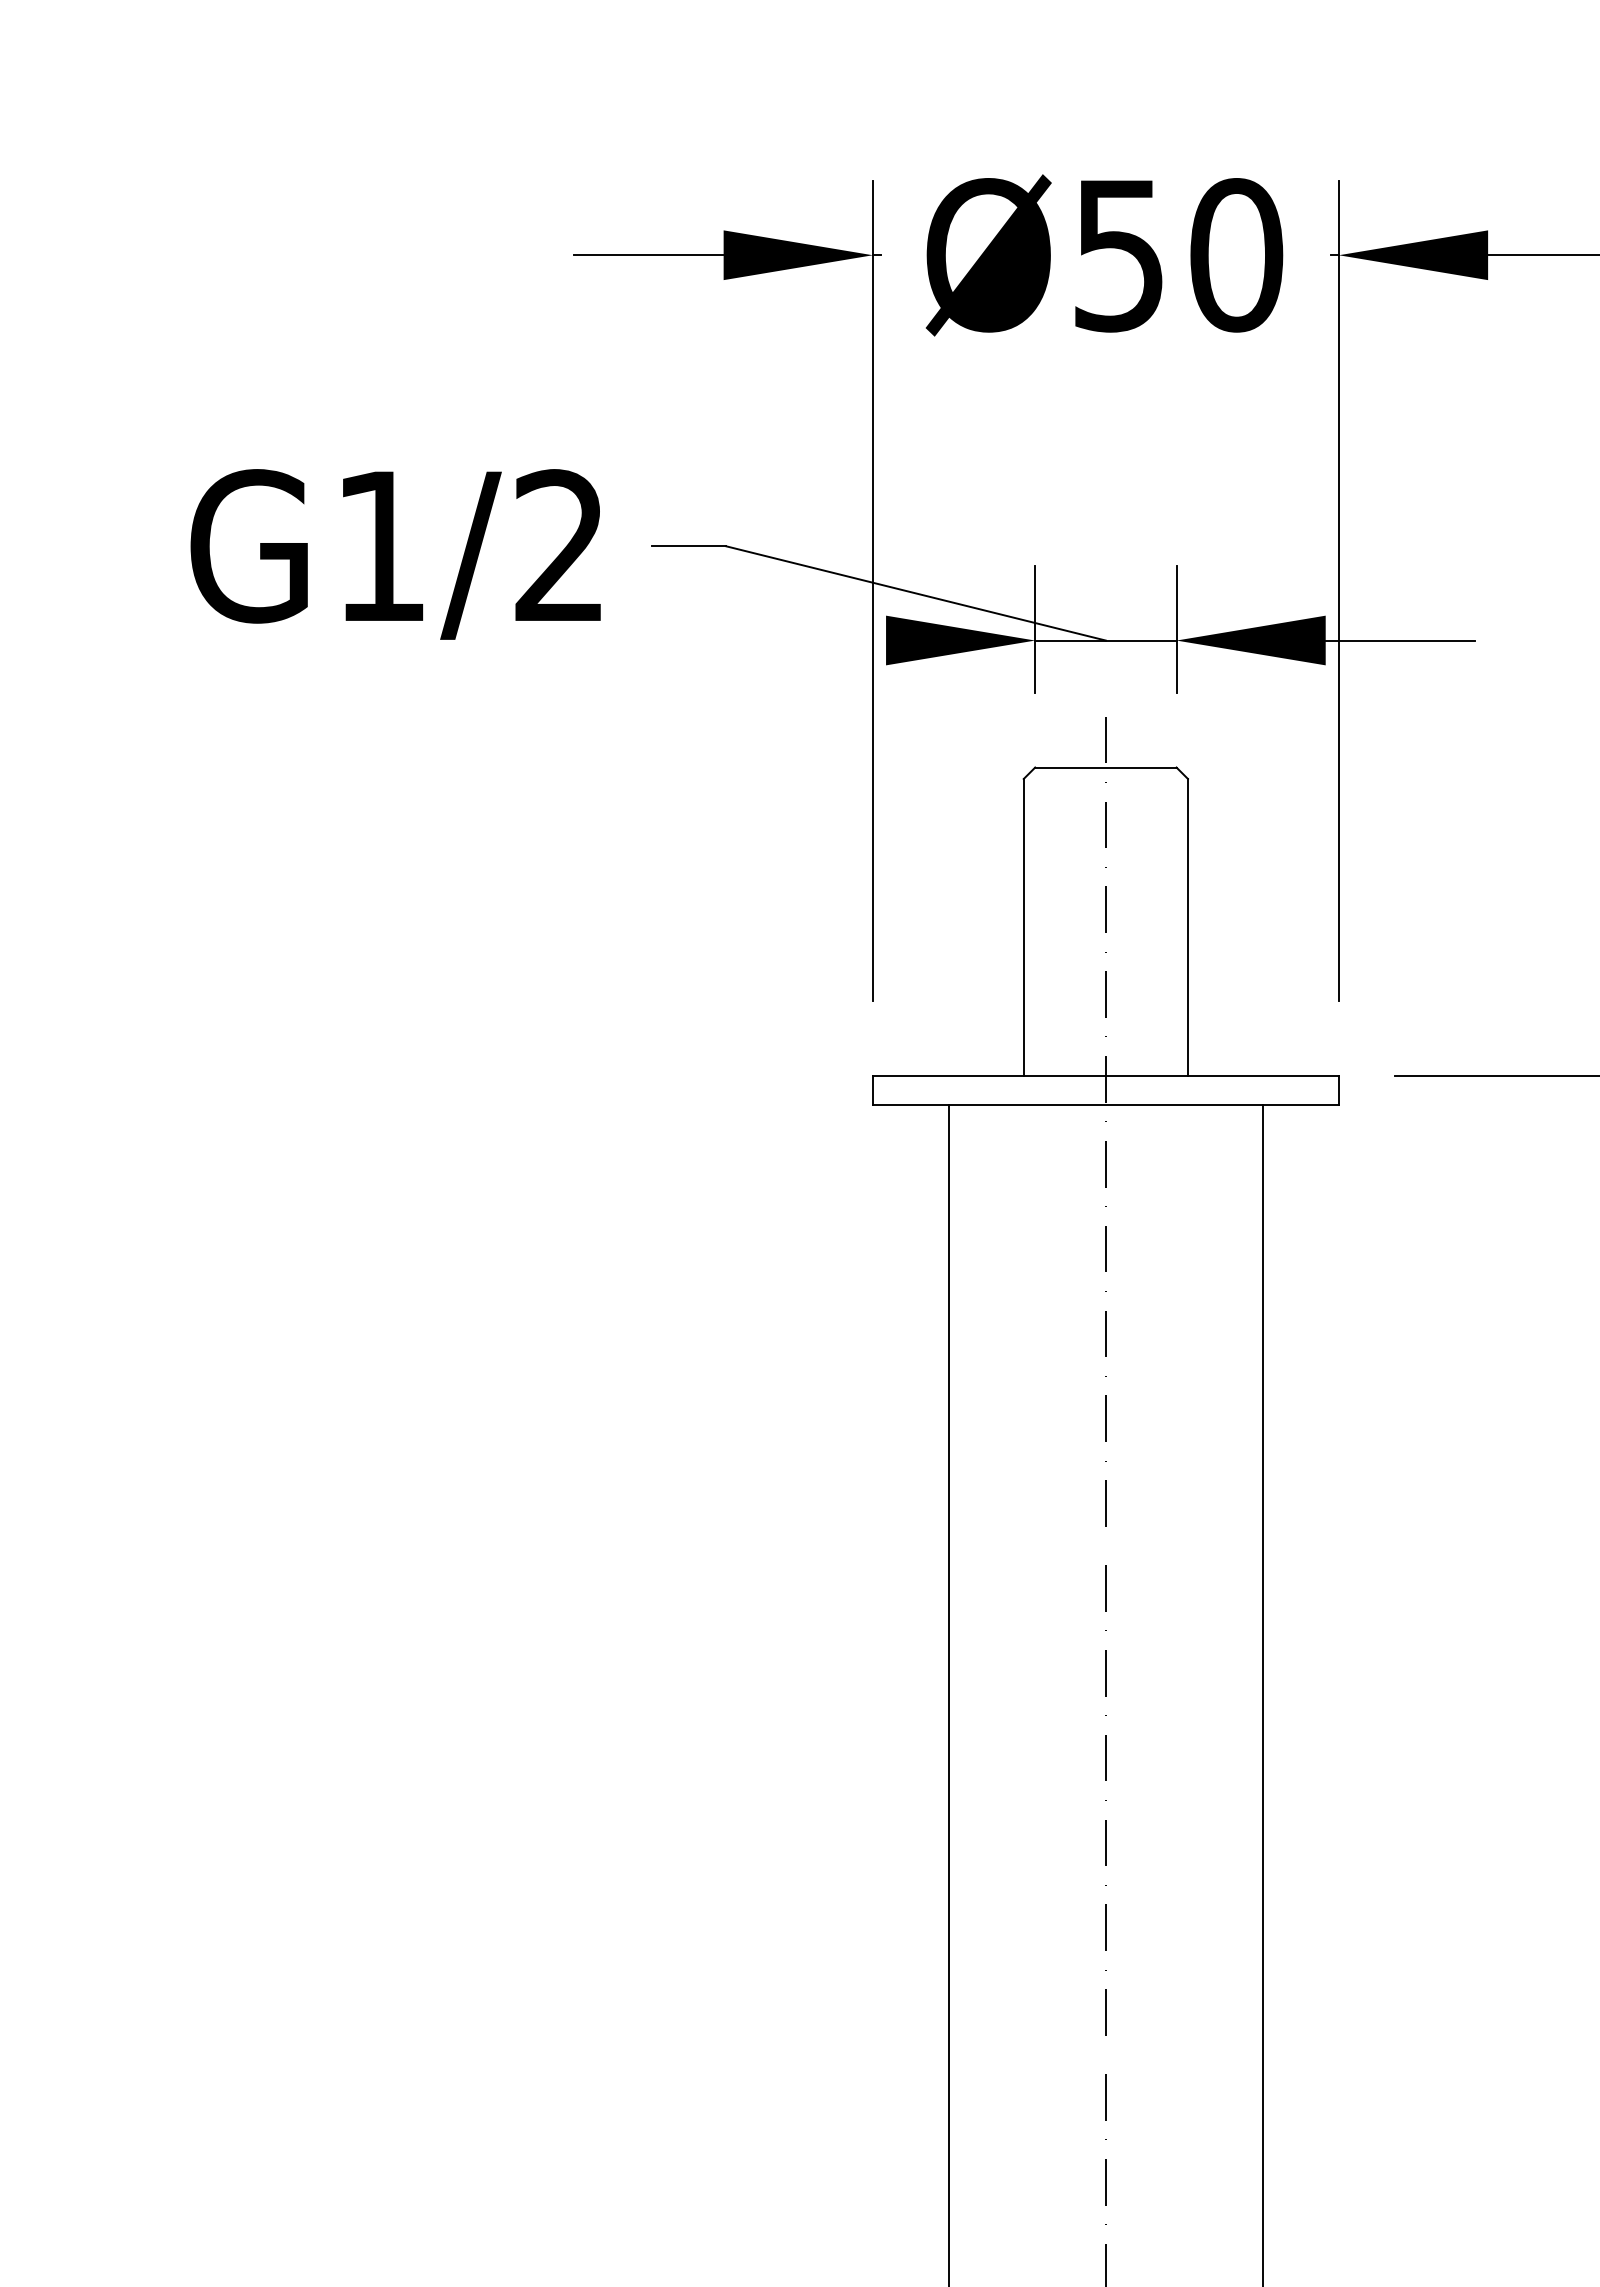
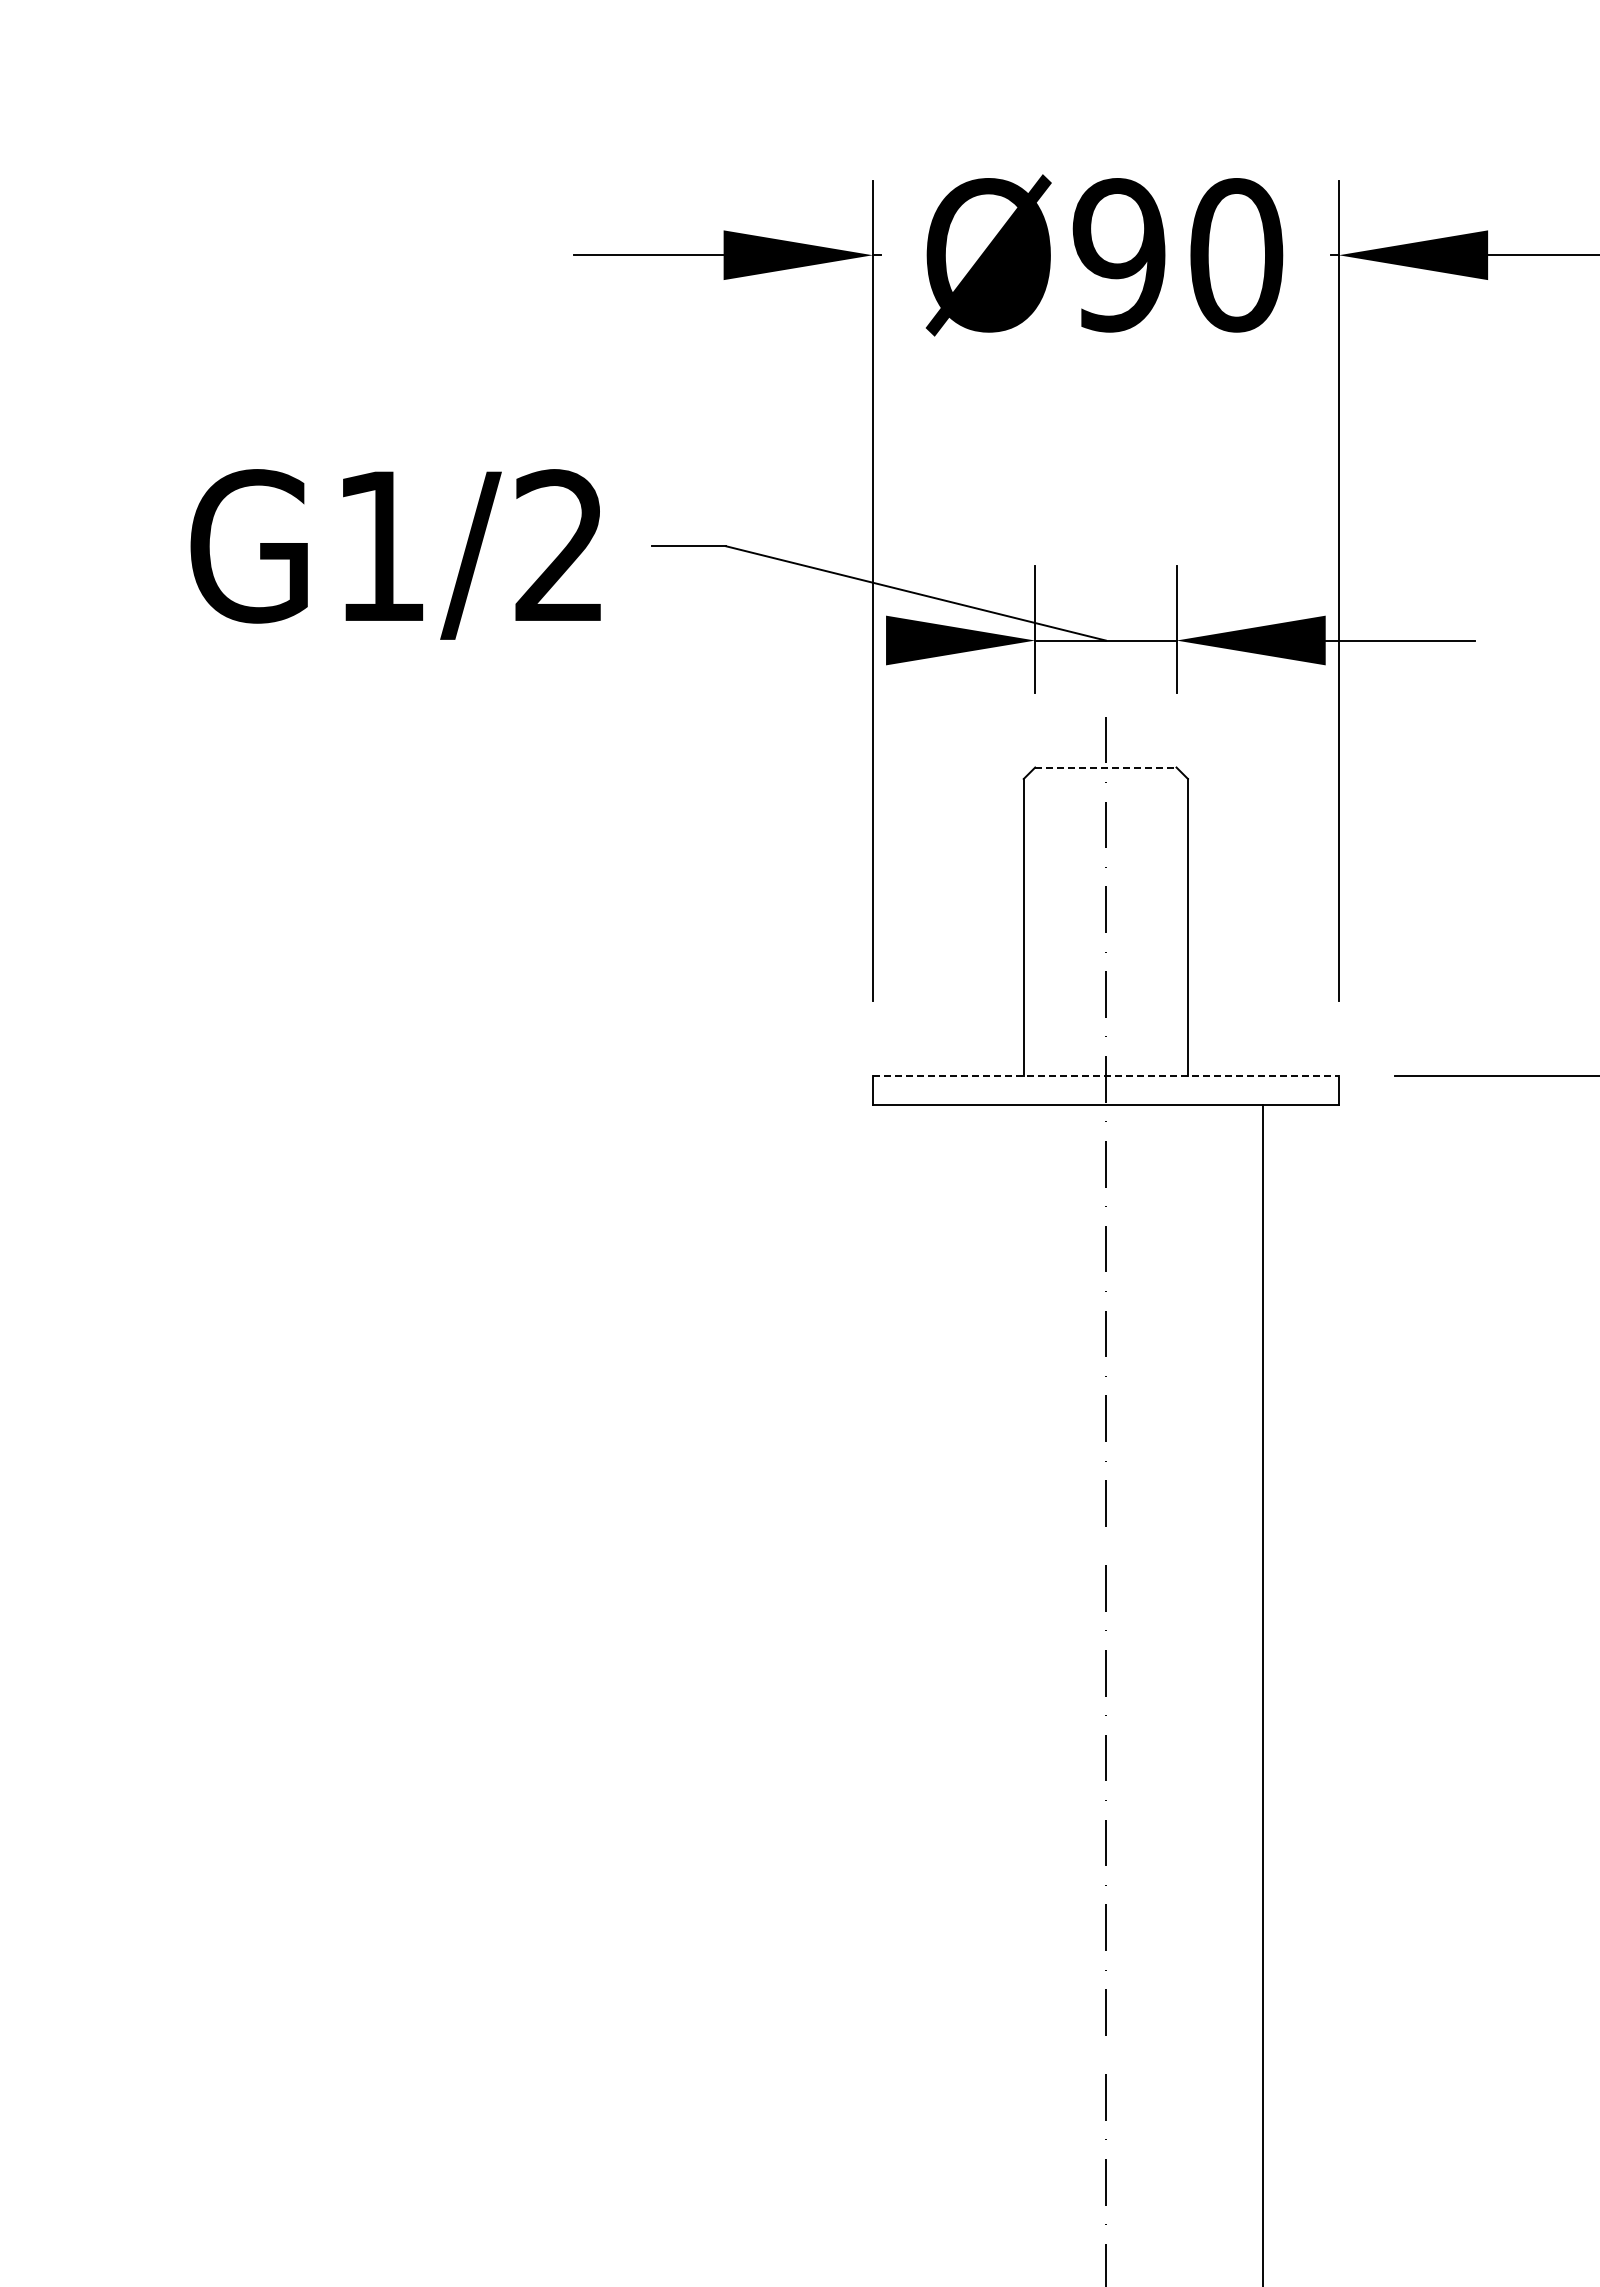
text at (1118, 255): Ø50 -> Ø90
line at (1105, 767): solid -> dashed
line at (1106, 1075): solid -> dashed
line at (948, 1694): present -> none
